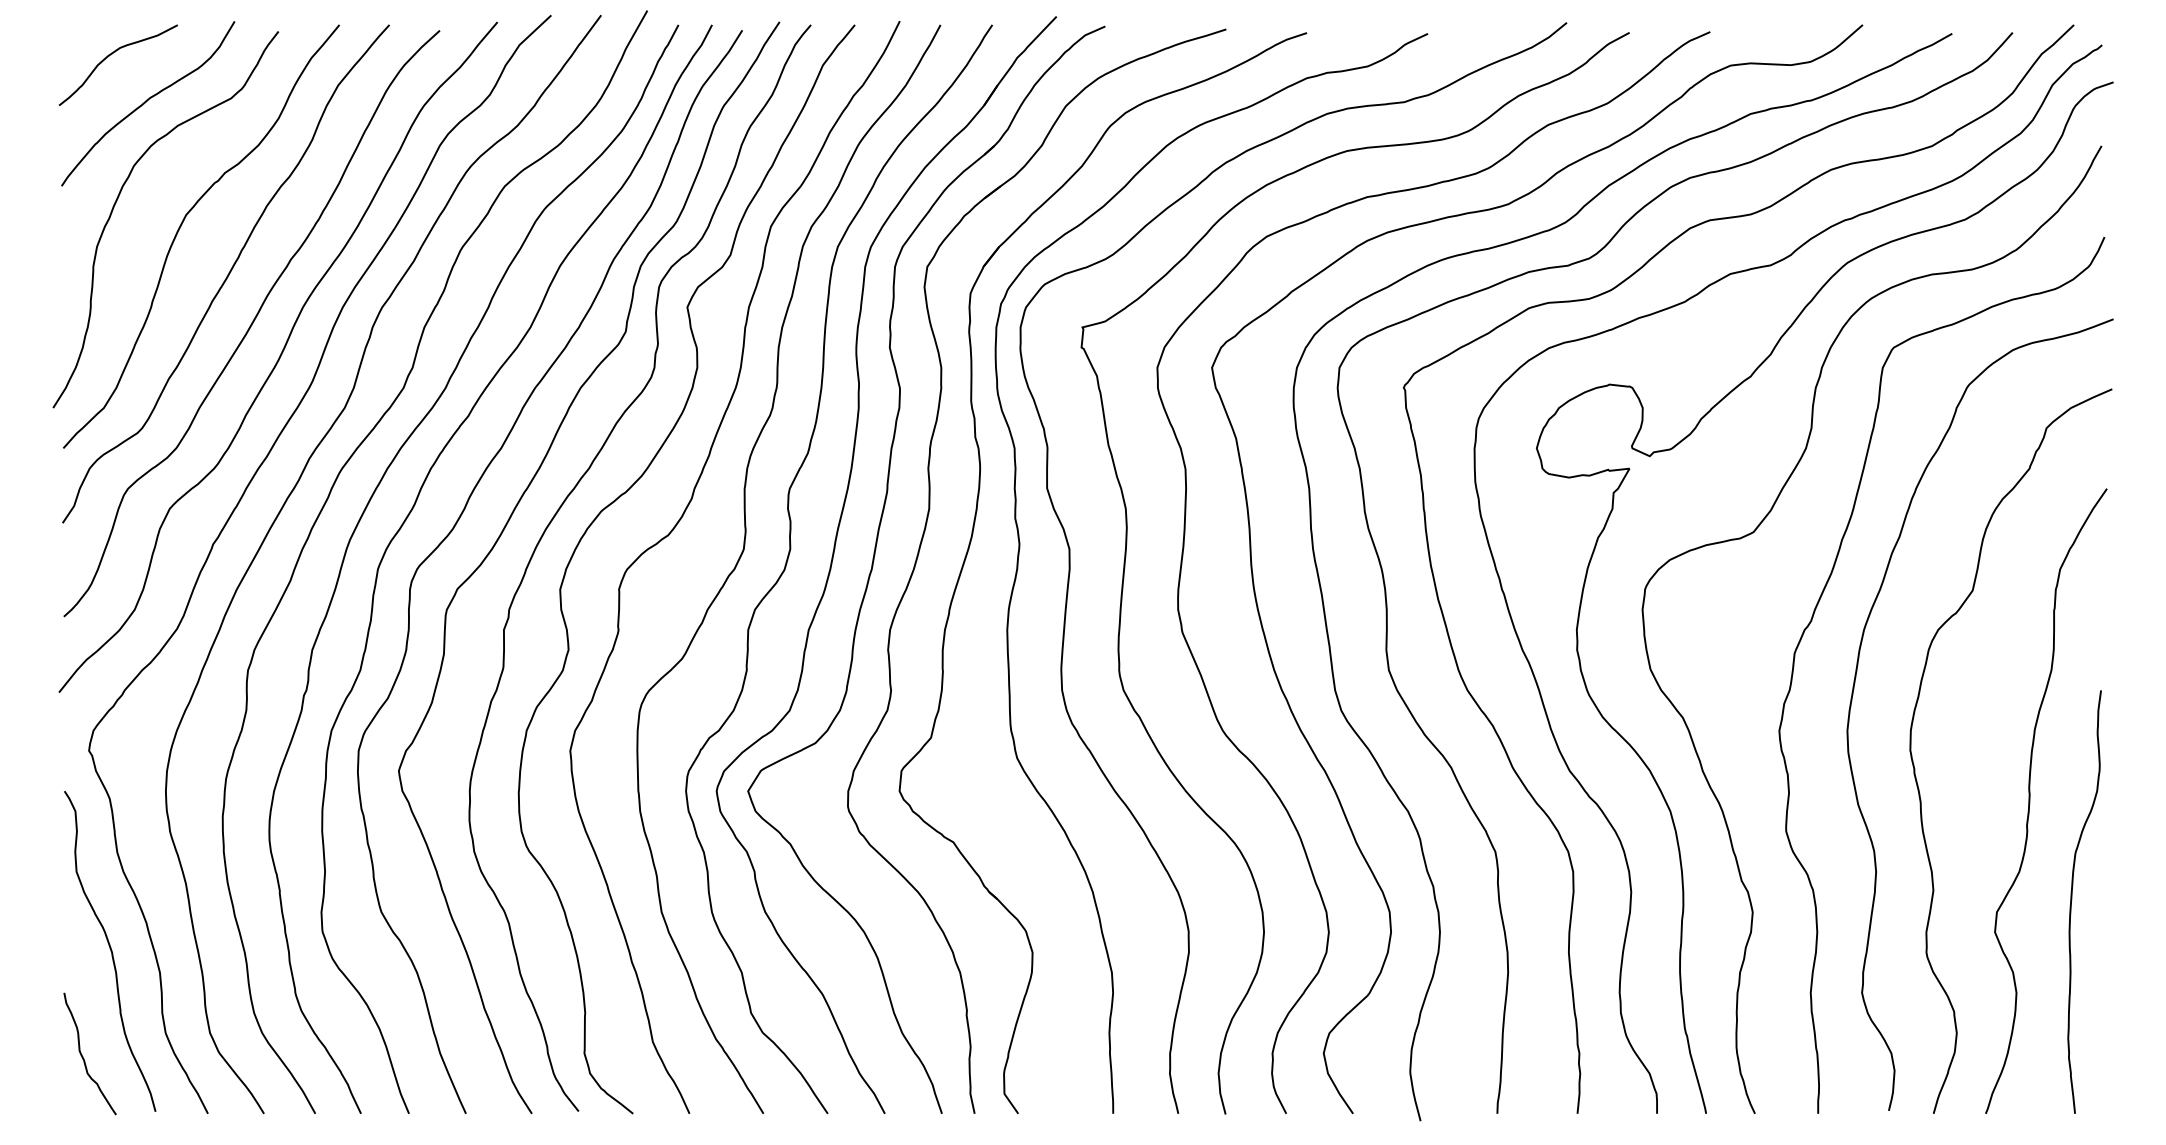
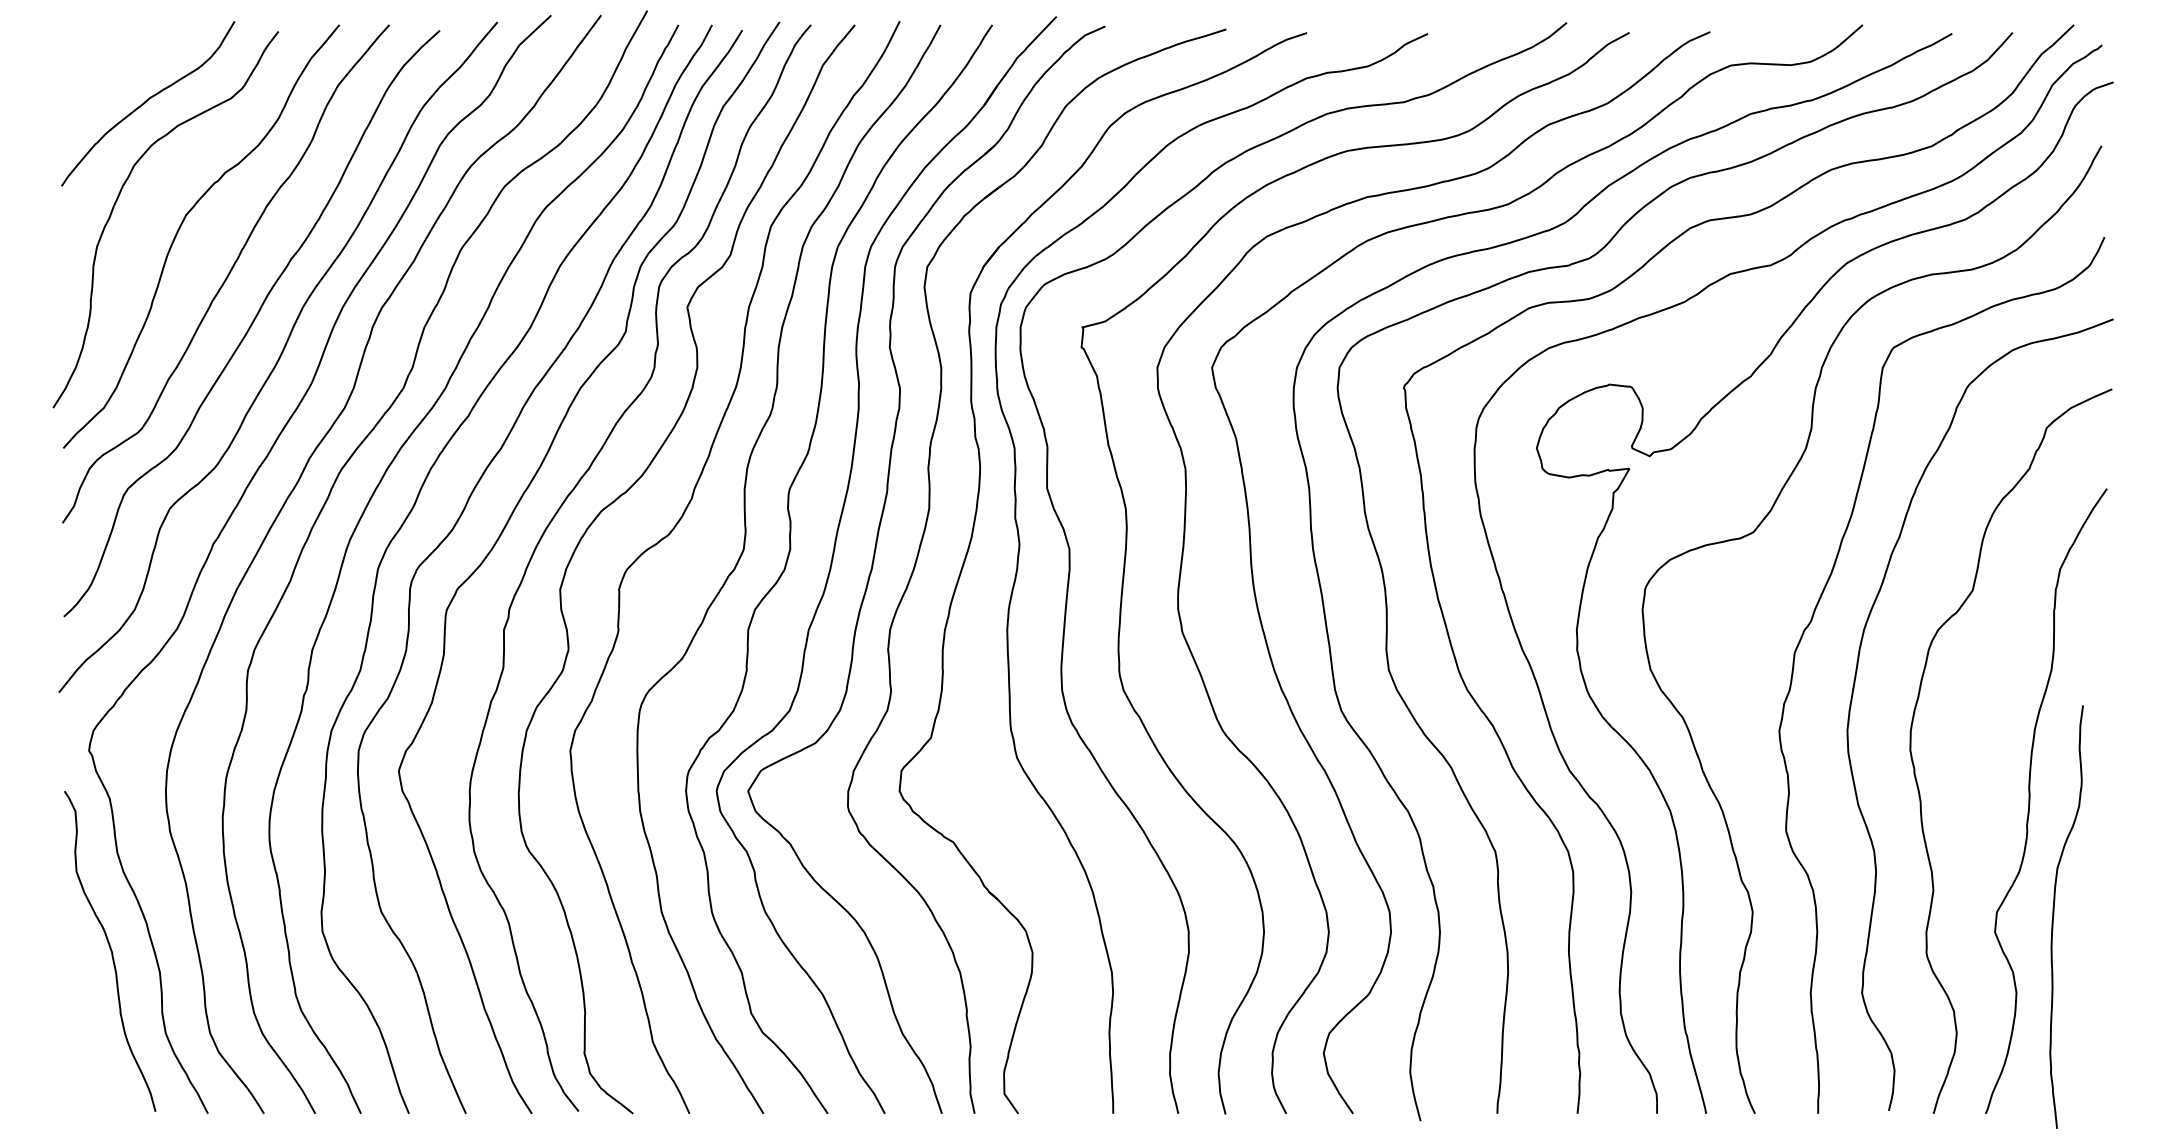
curve at (112, 54): present -> none
curve at (2072, 900) position: (2072, 900) -> (2054, 915)
curve at (83, 1056): present -> none
